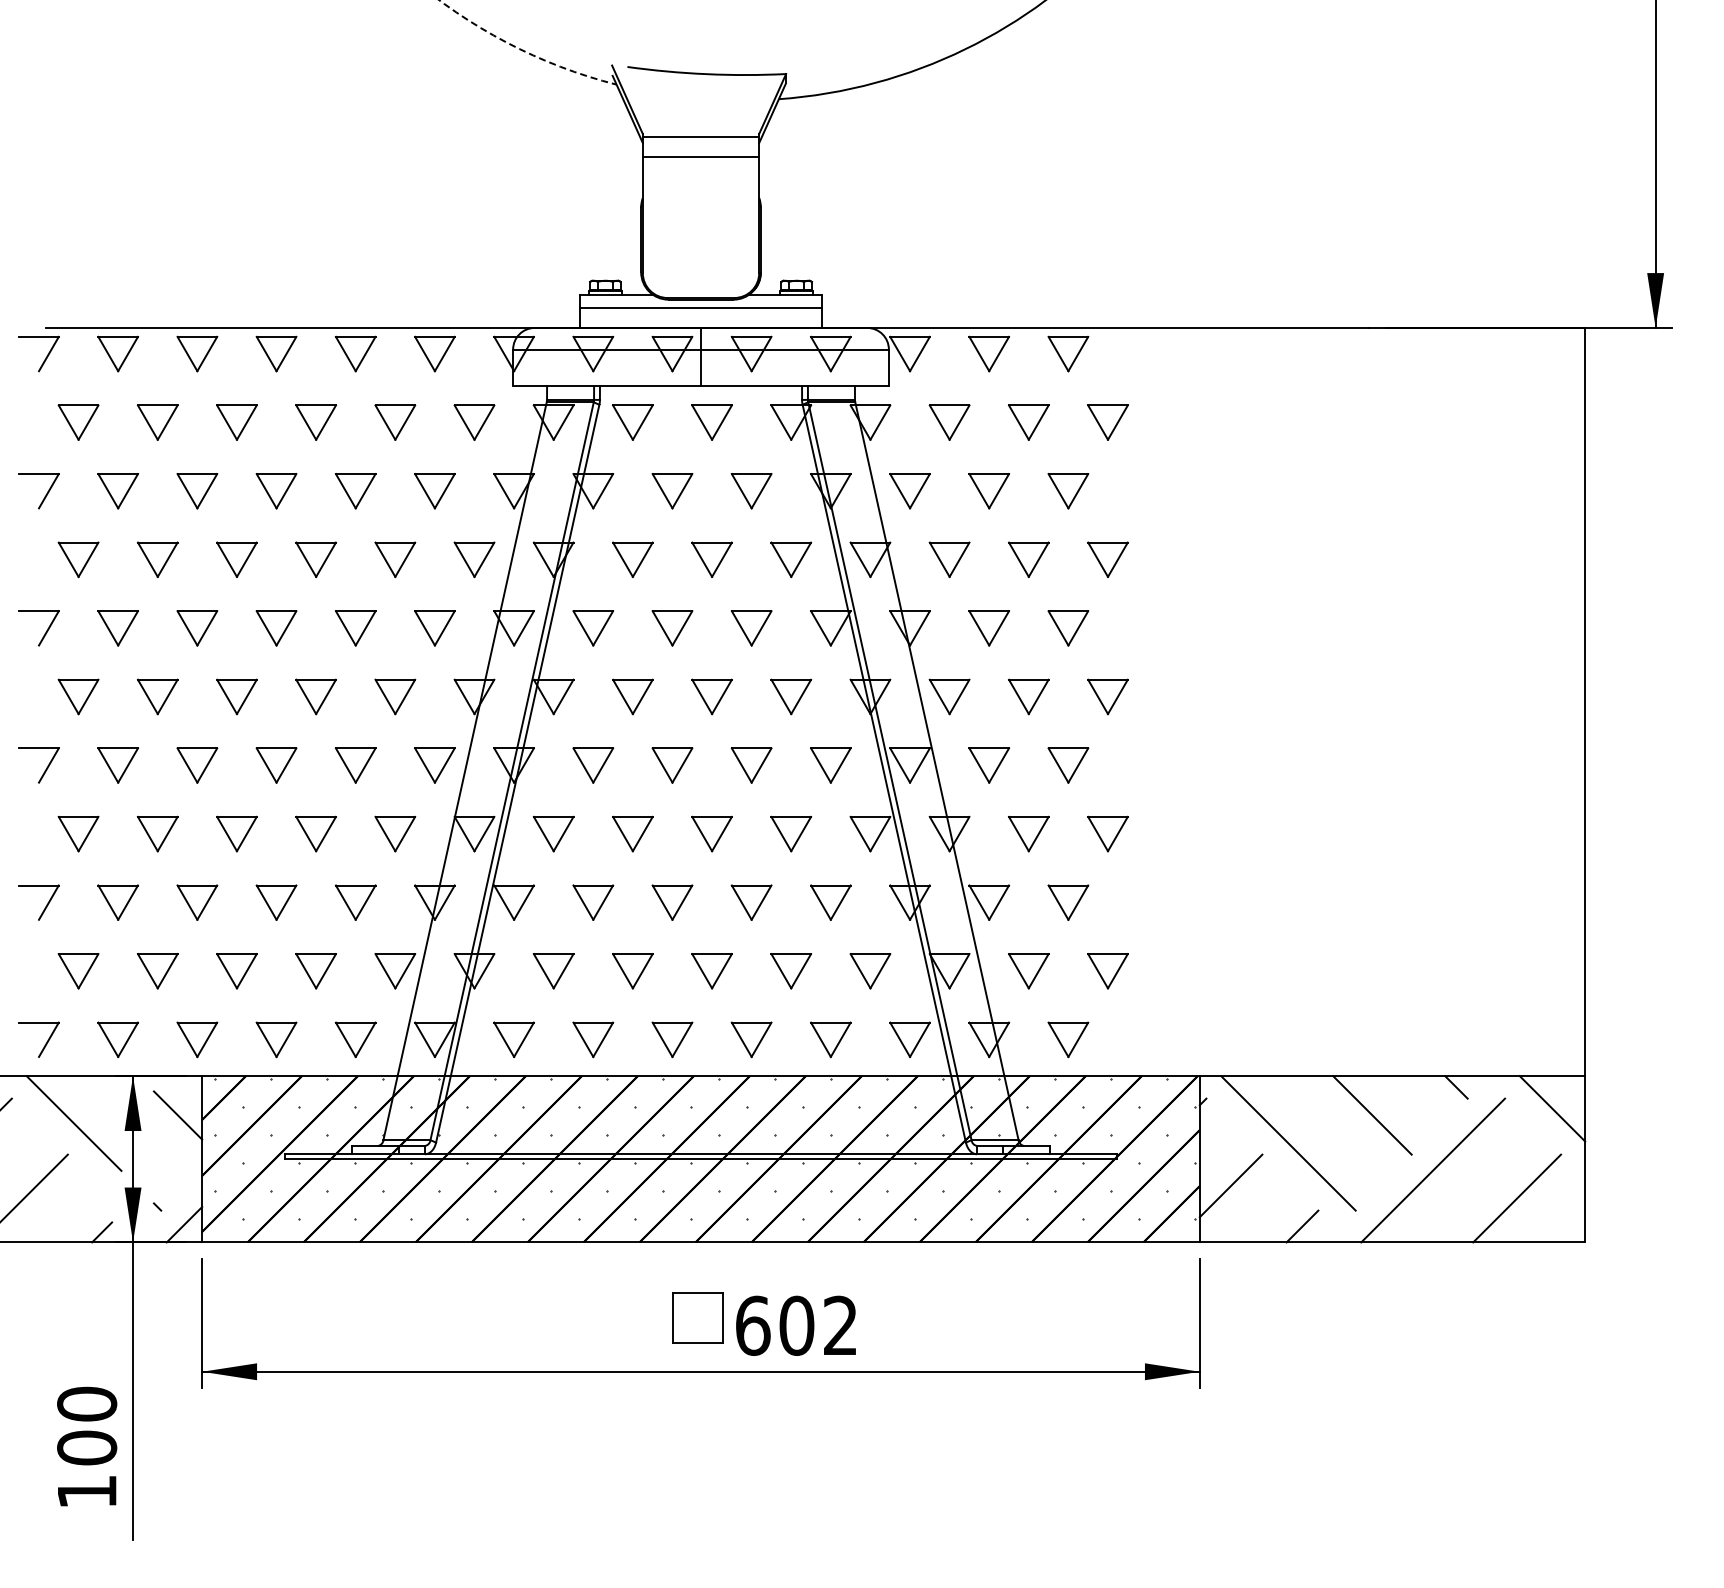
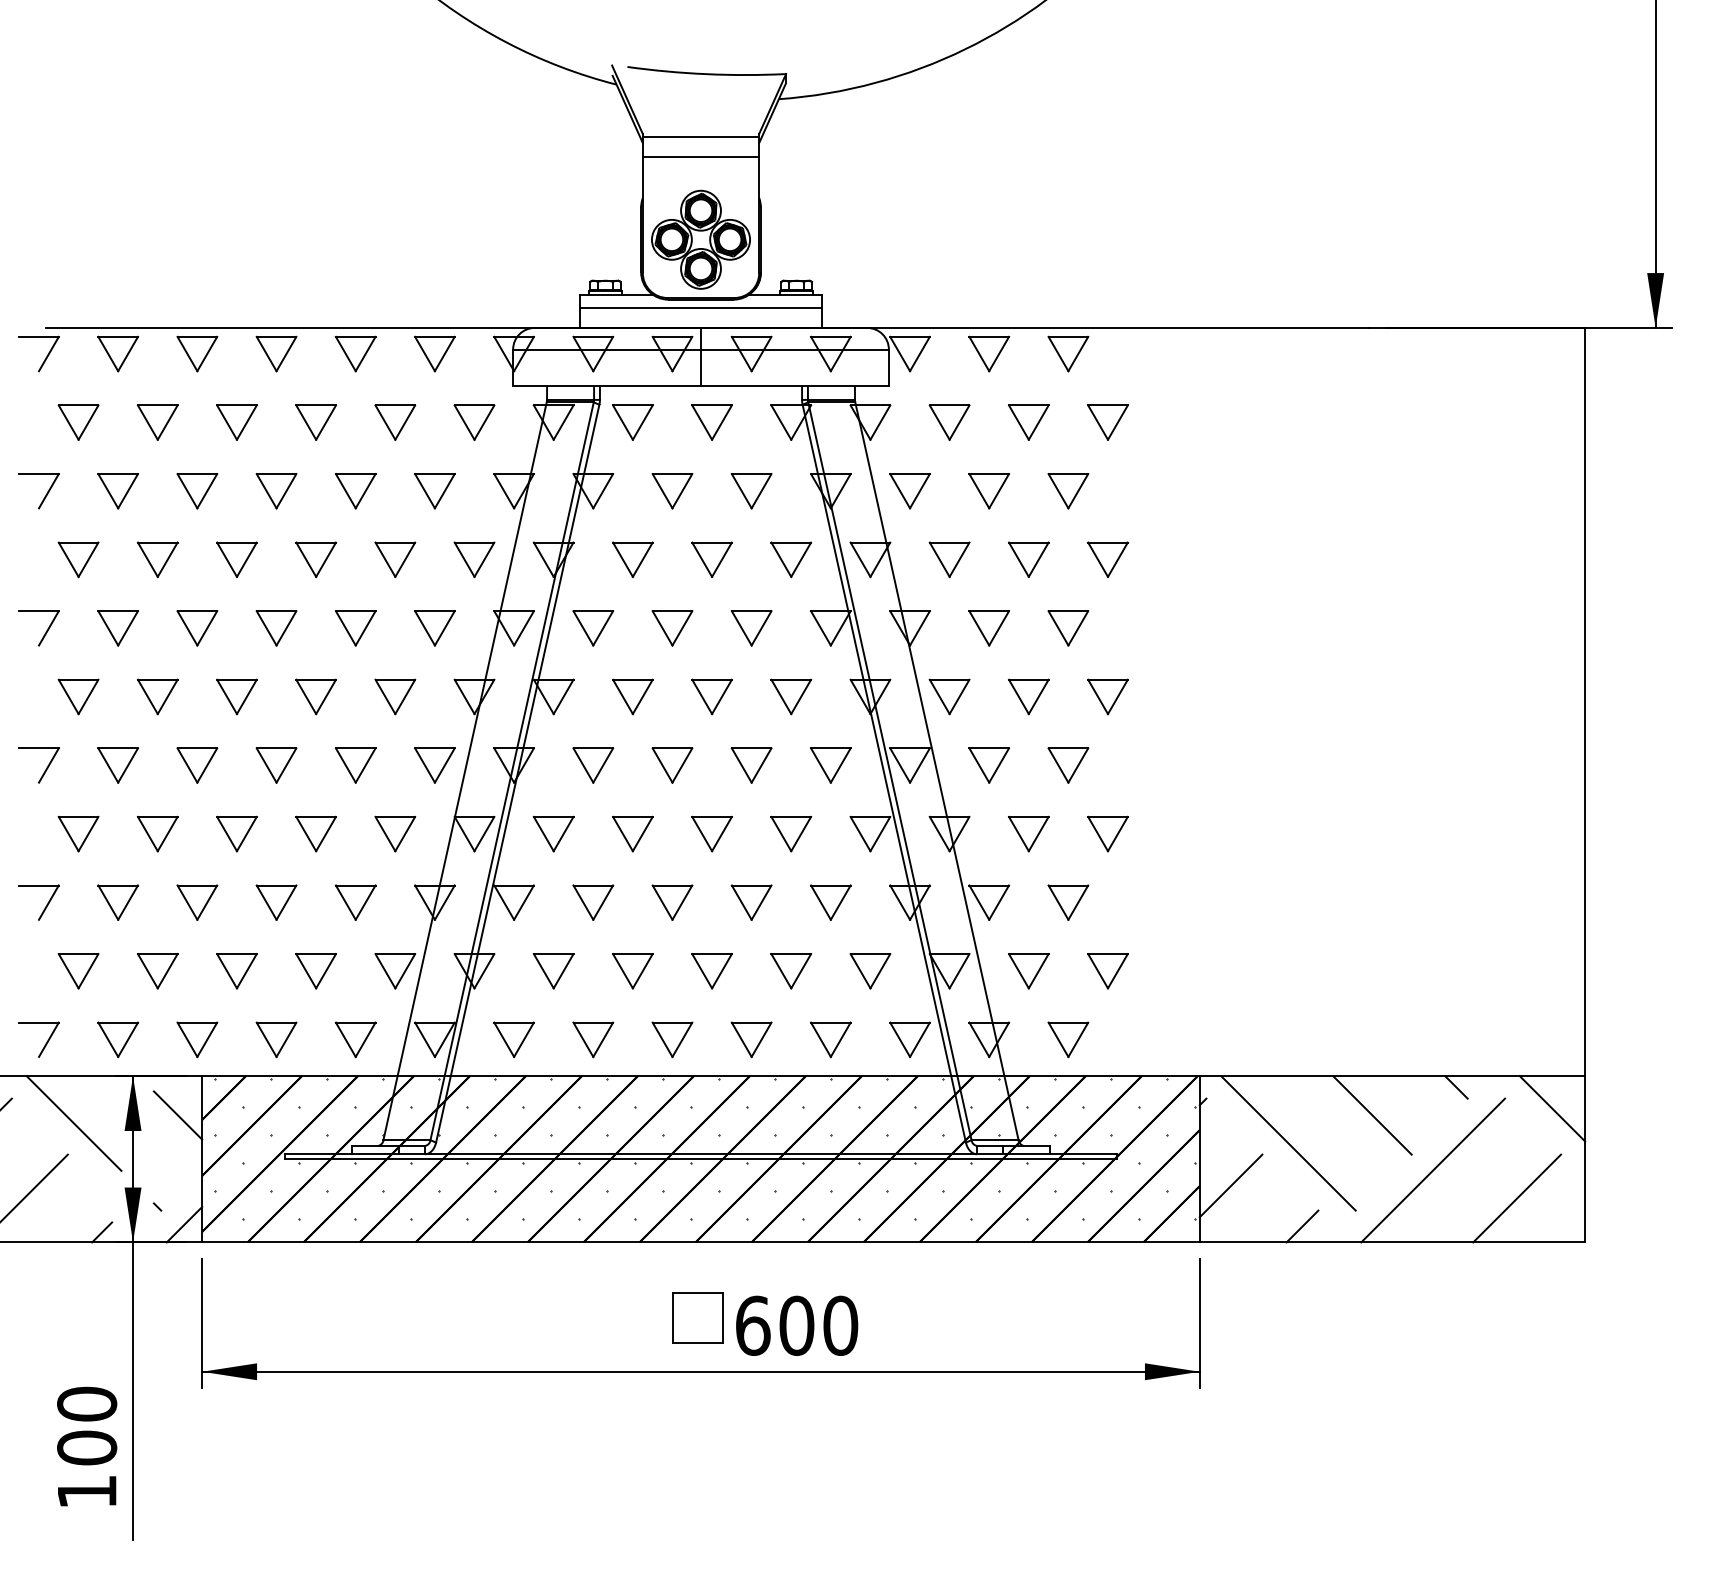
arc at (523, 50): dashed -> solid
part at (700, 239): none -> present
text at (840, 1325): 602 -> 600
